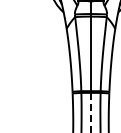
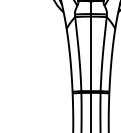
line at (90, 112): dashed -> solid
